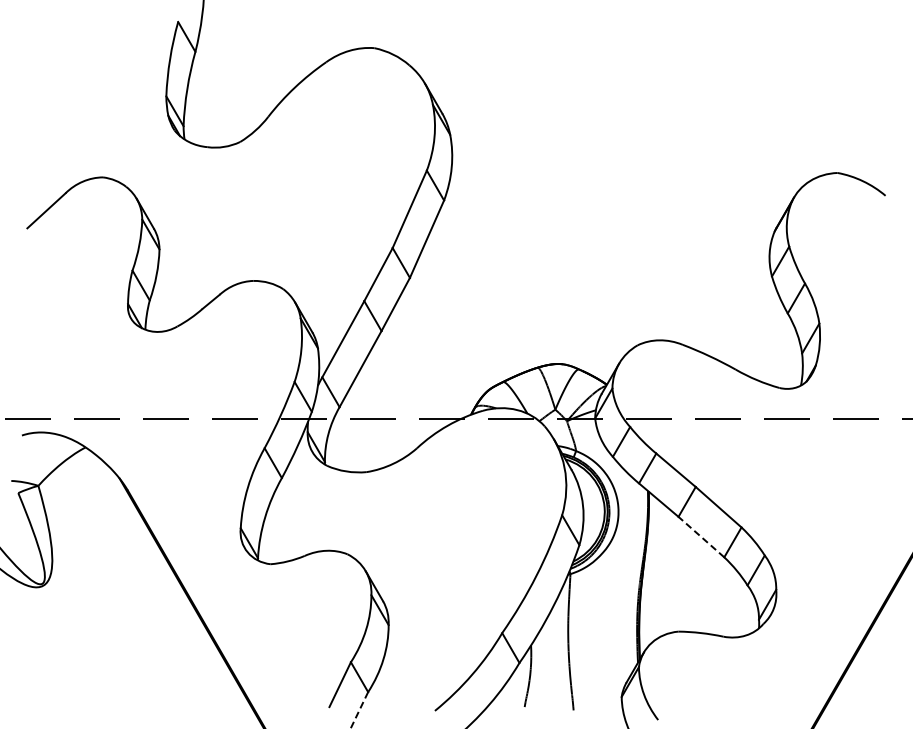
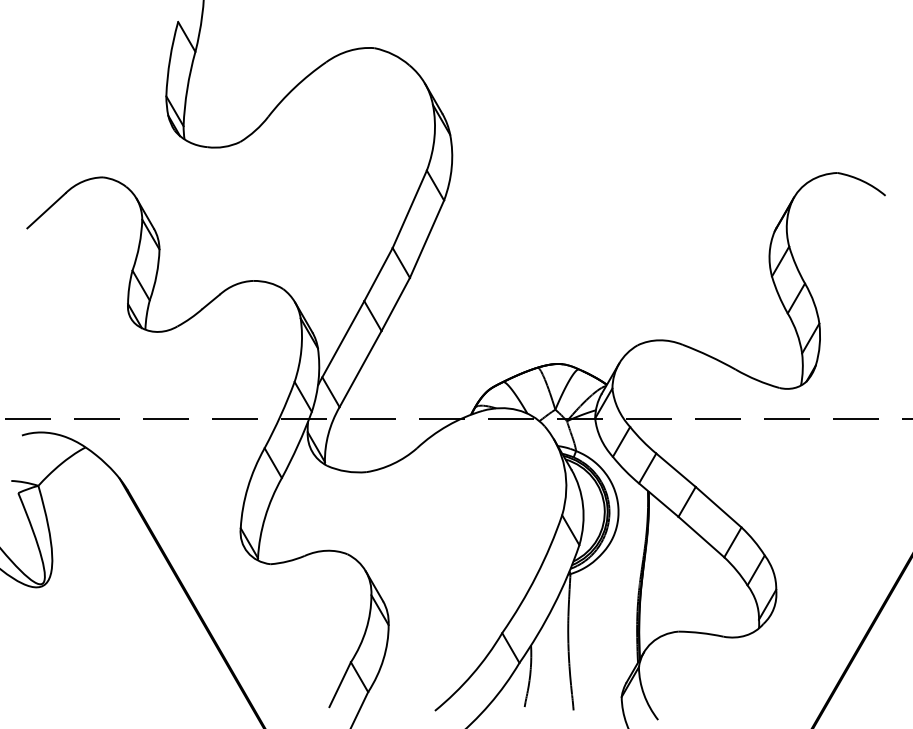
line at (701, 537): dashed -> solid
line at (359, 710): dashed -> solid
